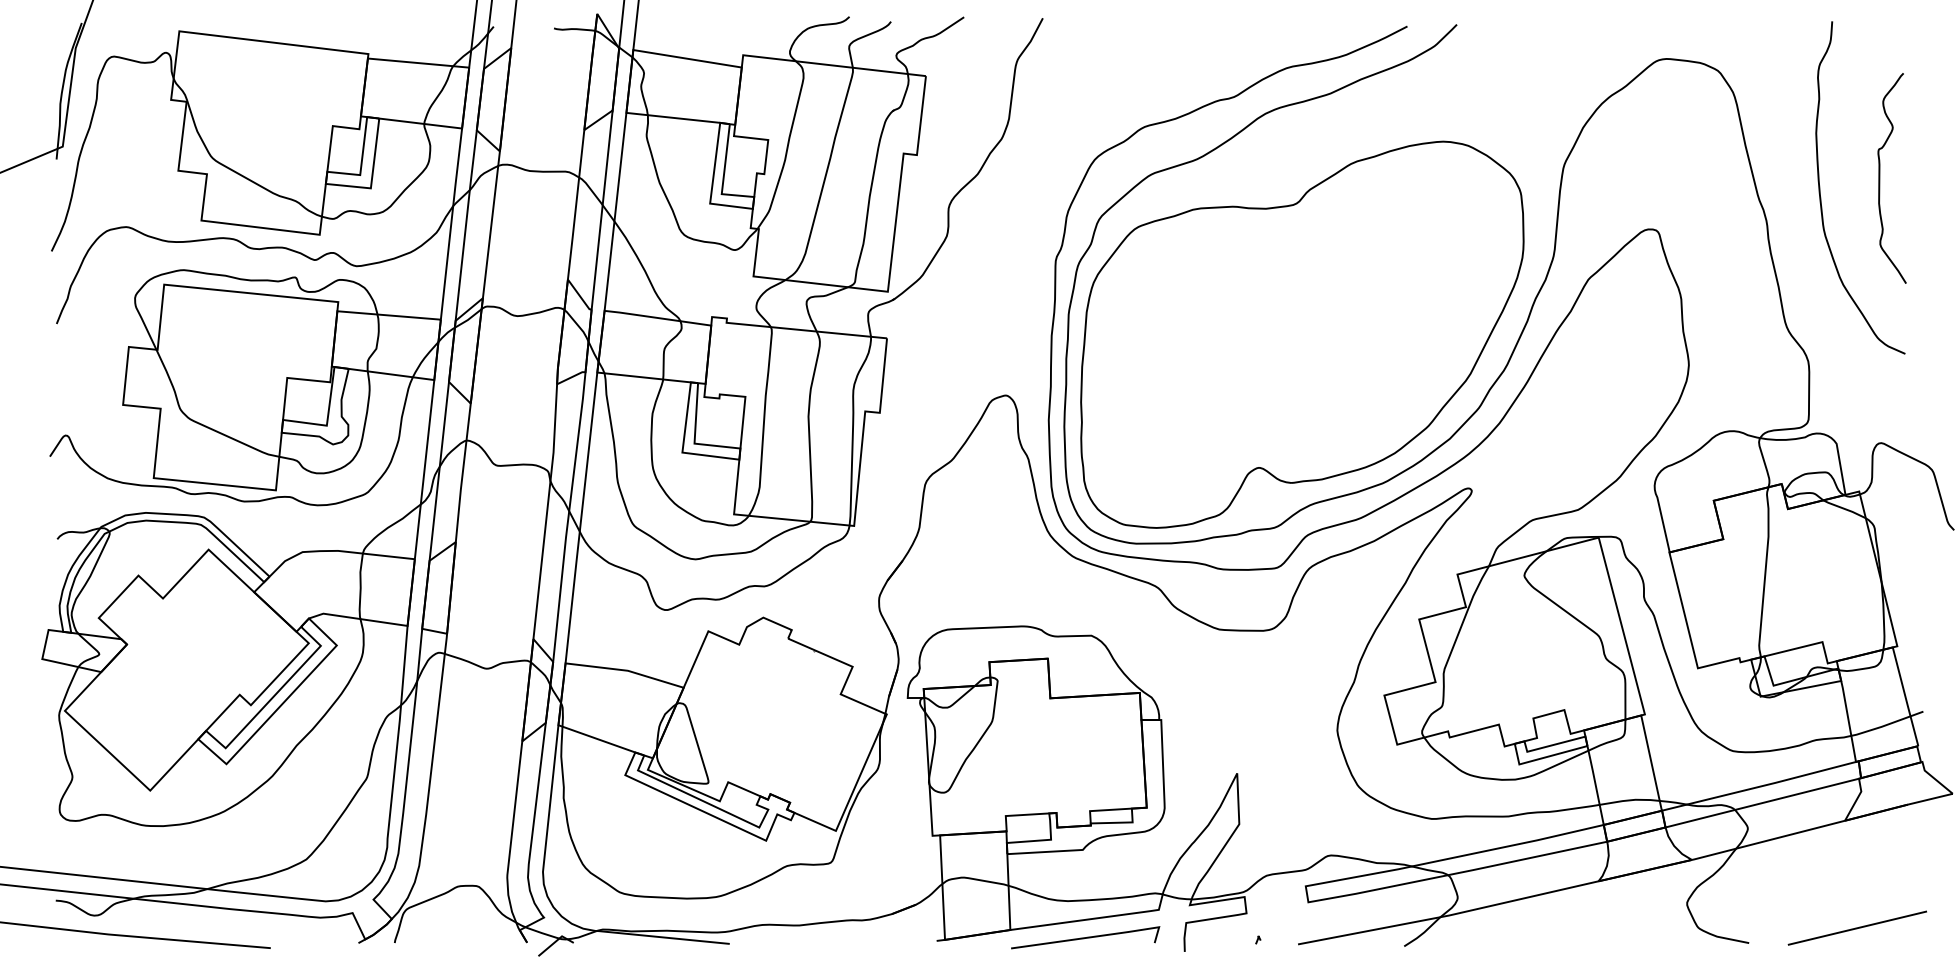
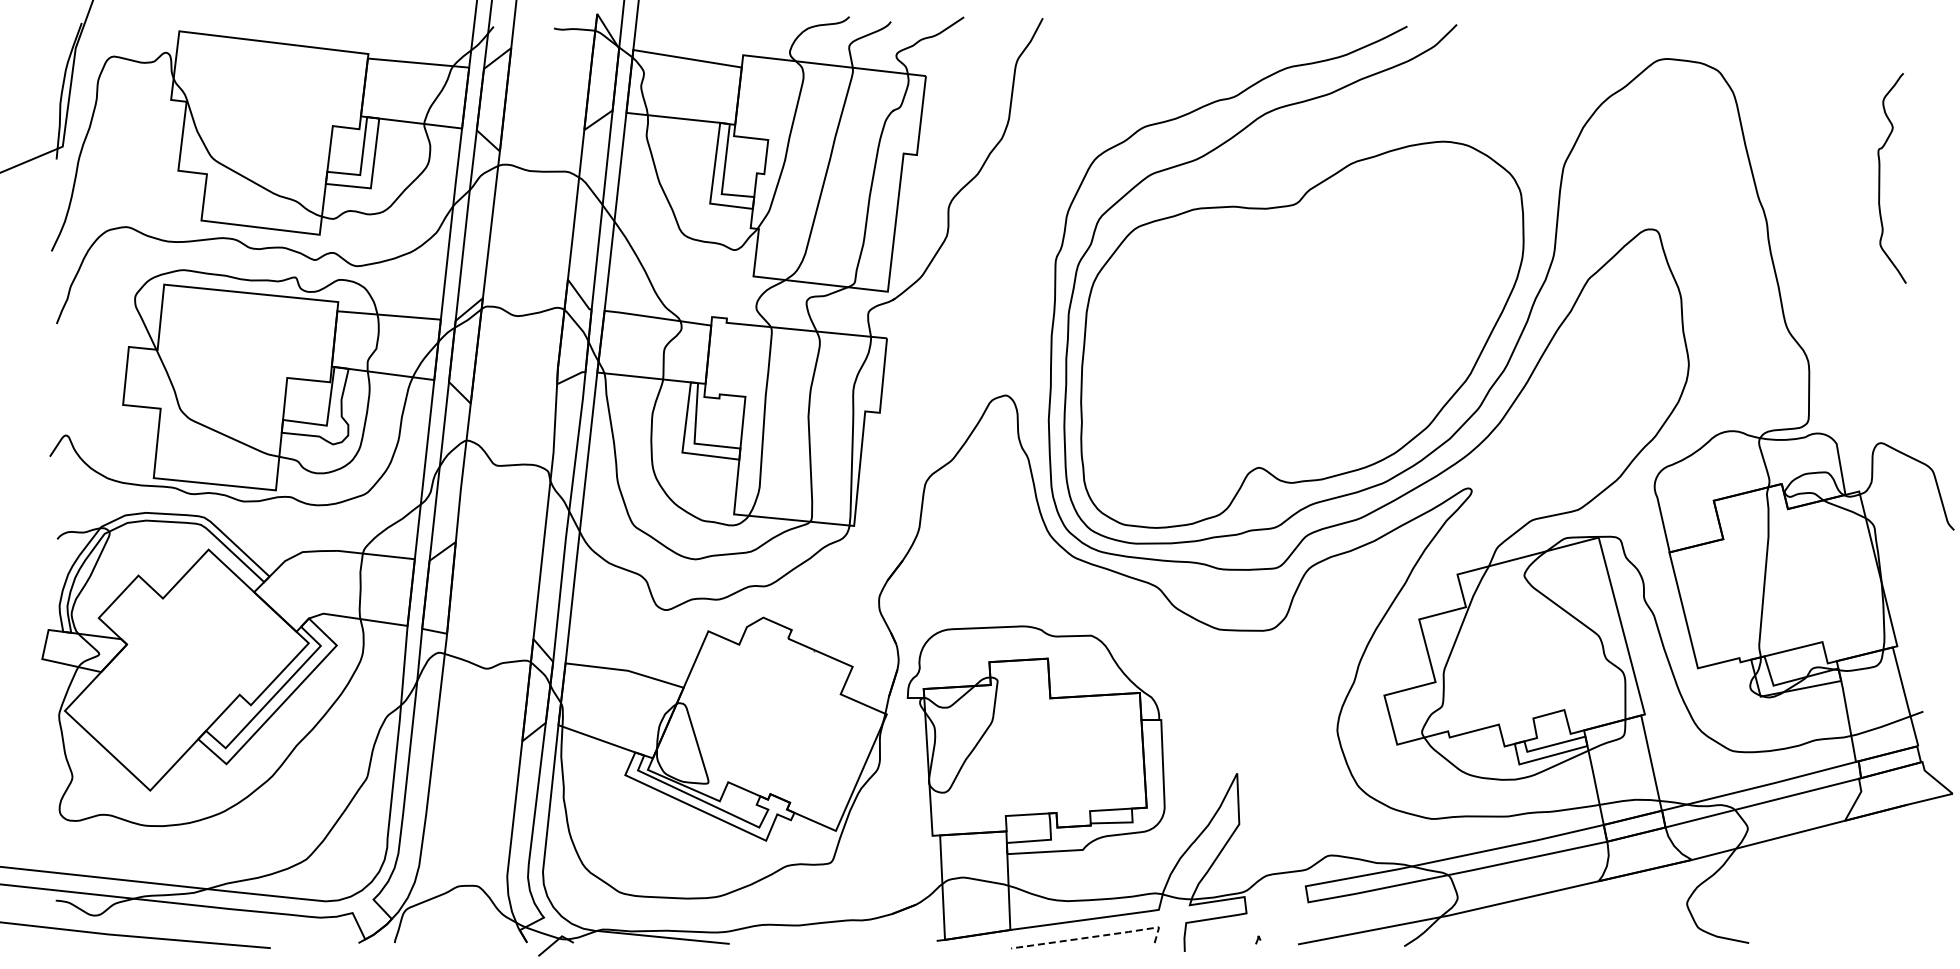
curve at (1820, 187): present -> none
line at (1856, 927): present -> none
line at (1094, 936): solid -> dashed
